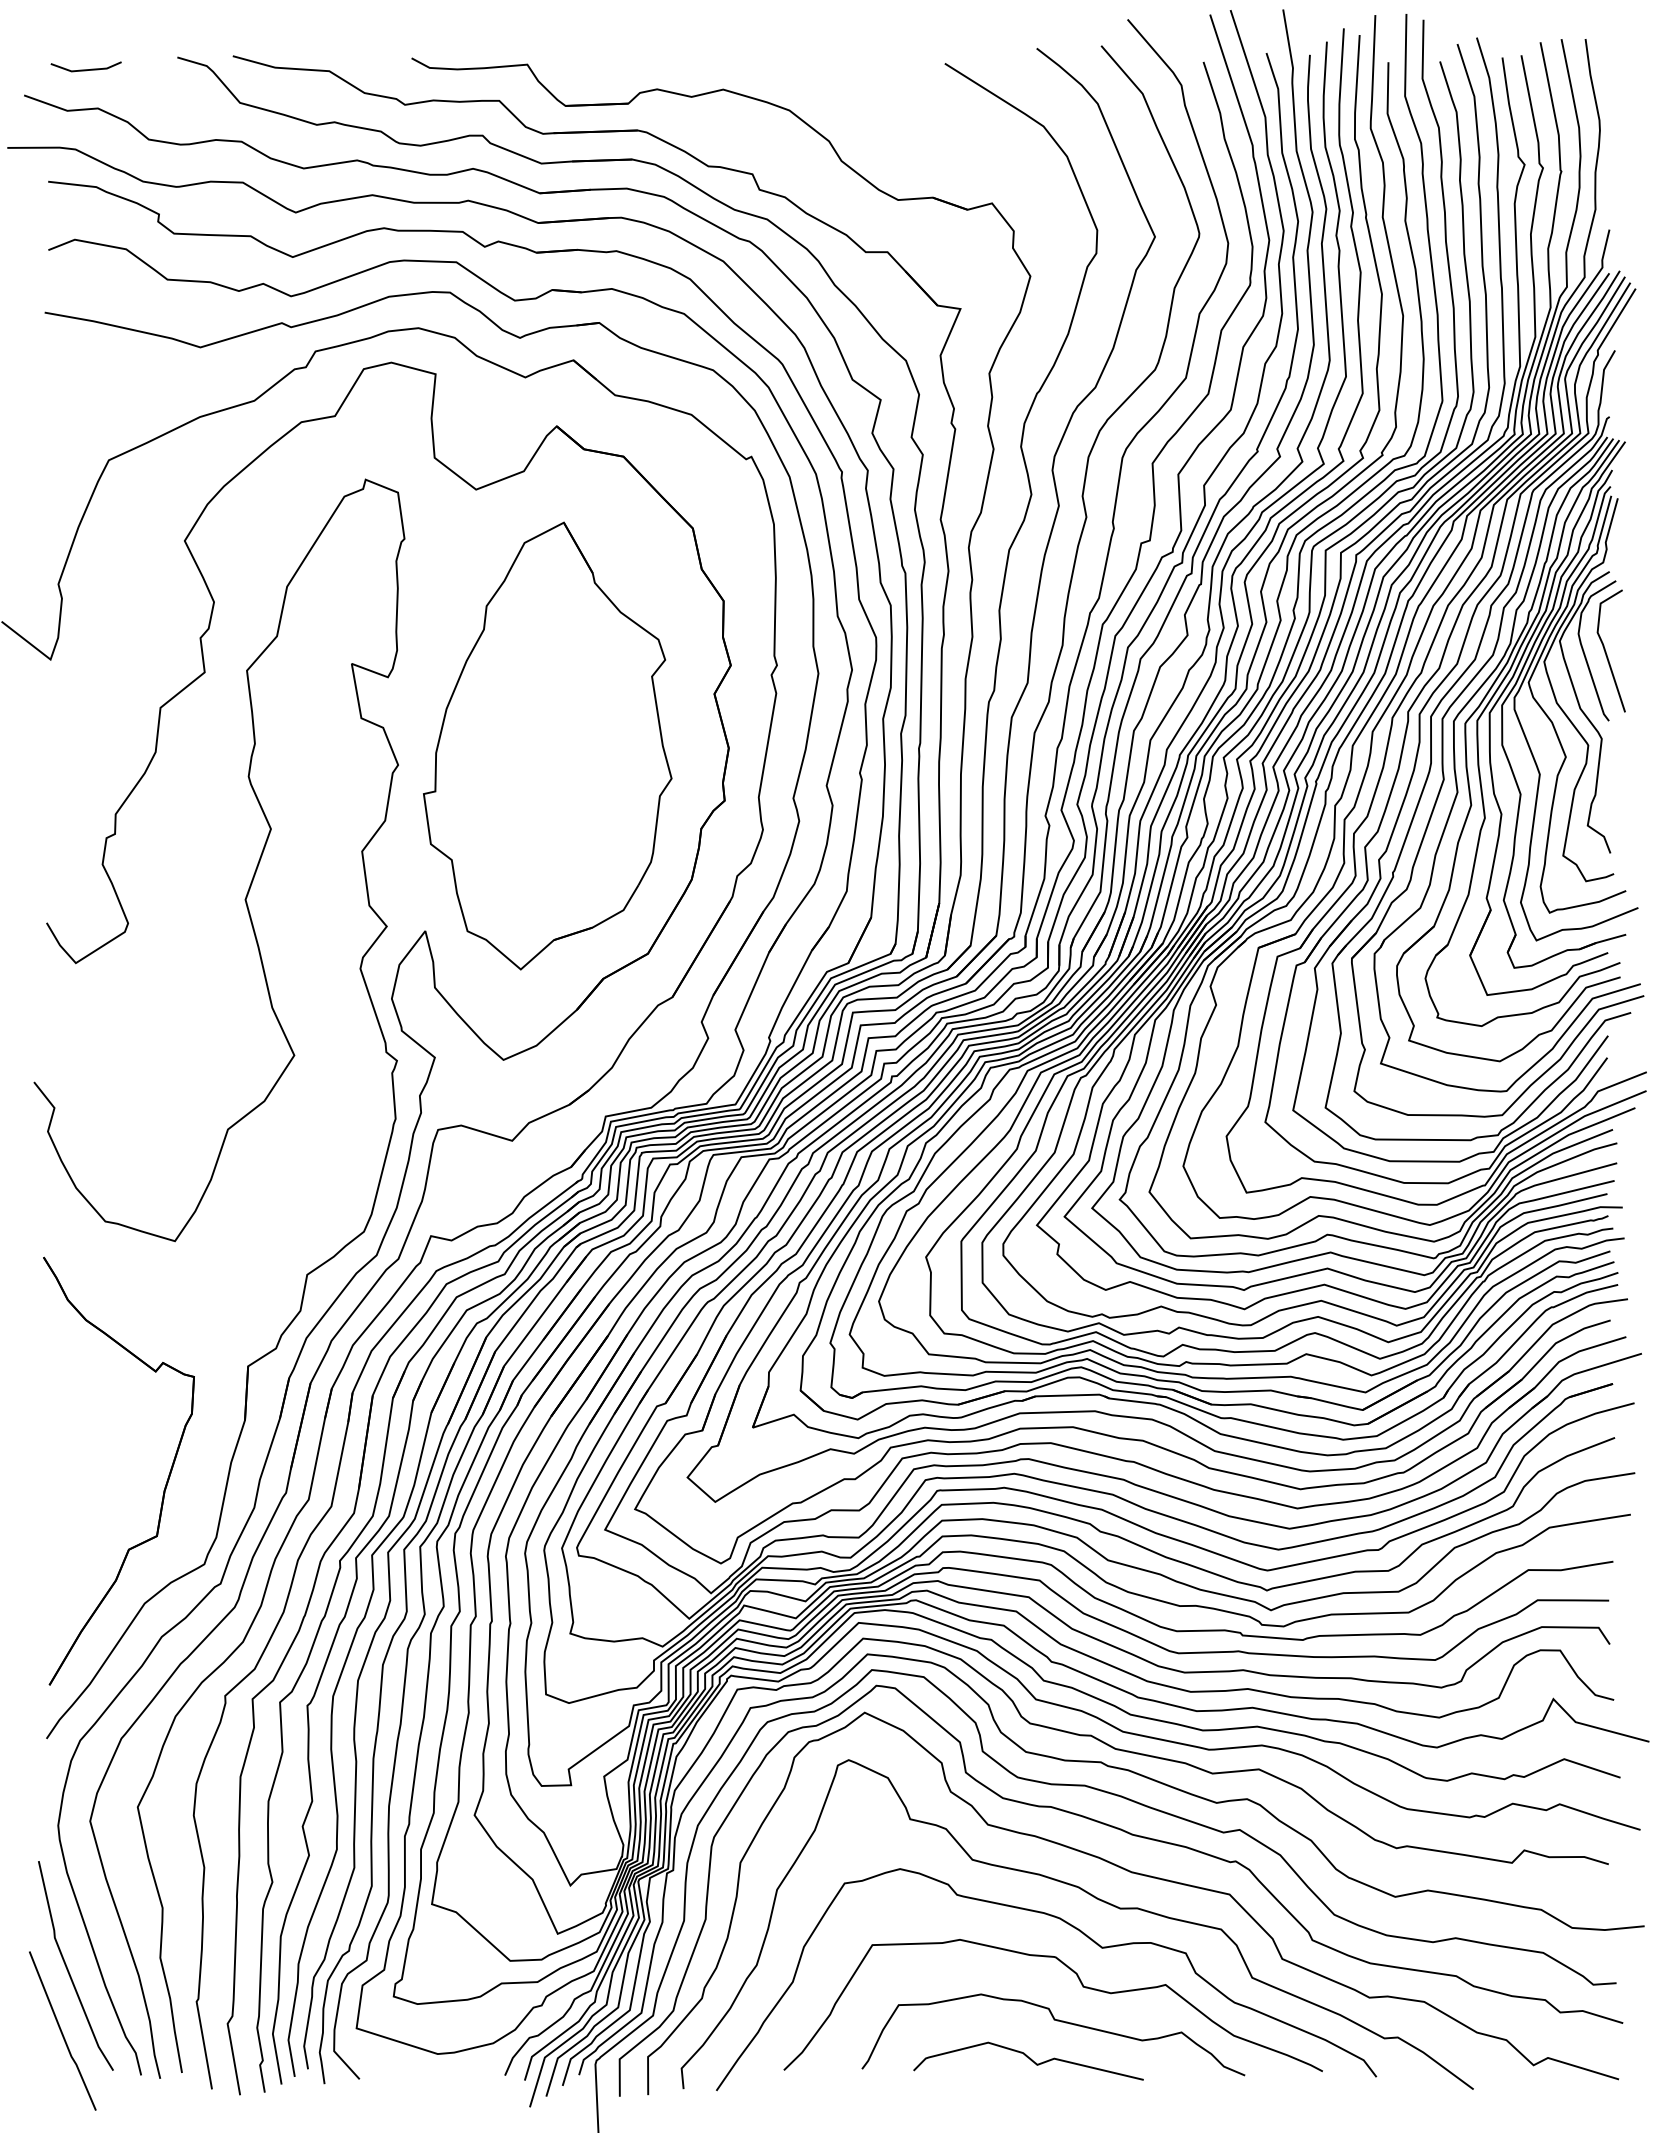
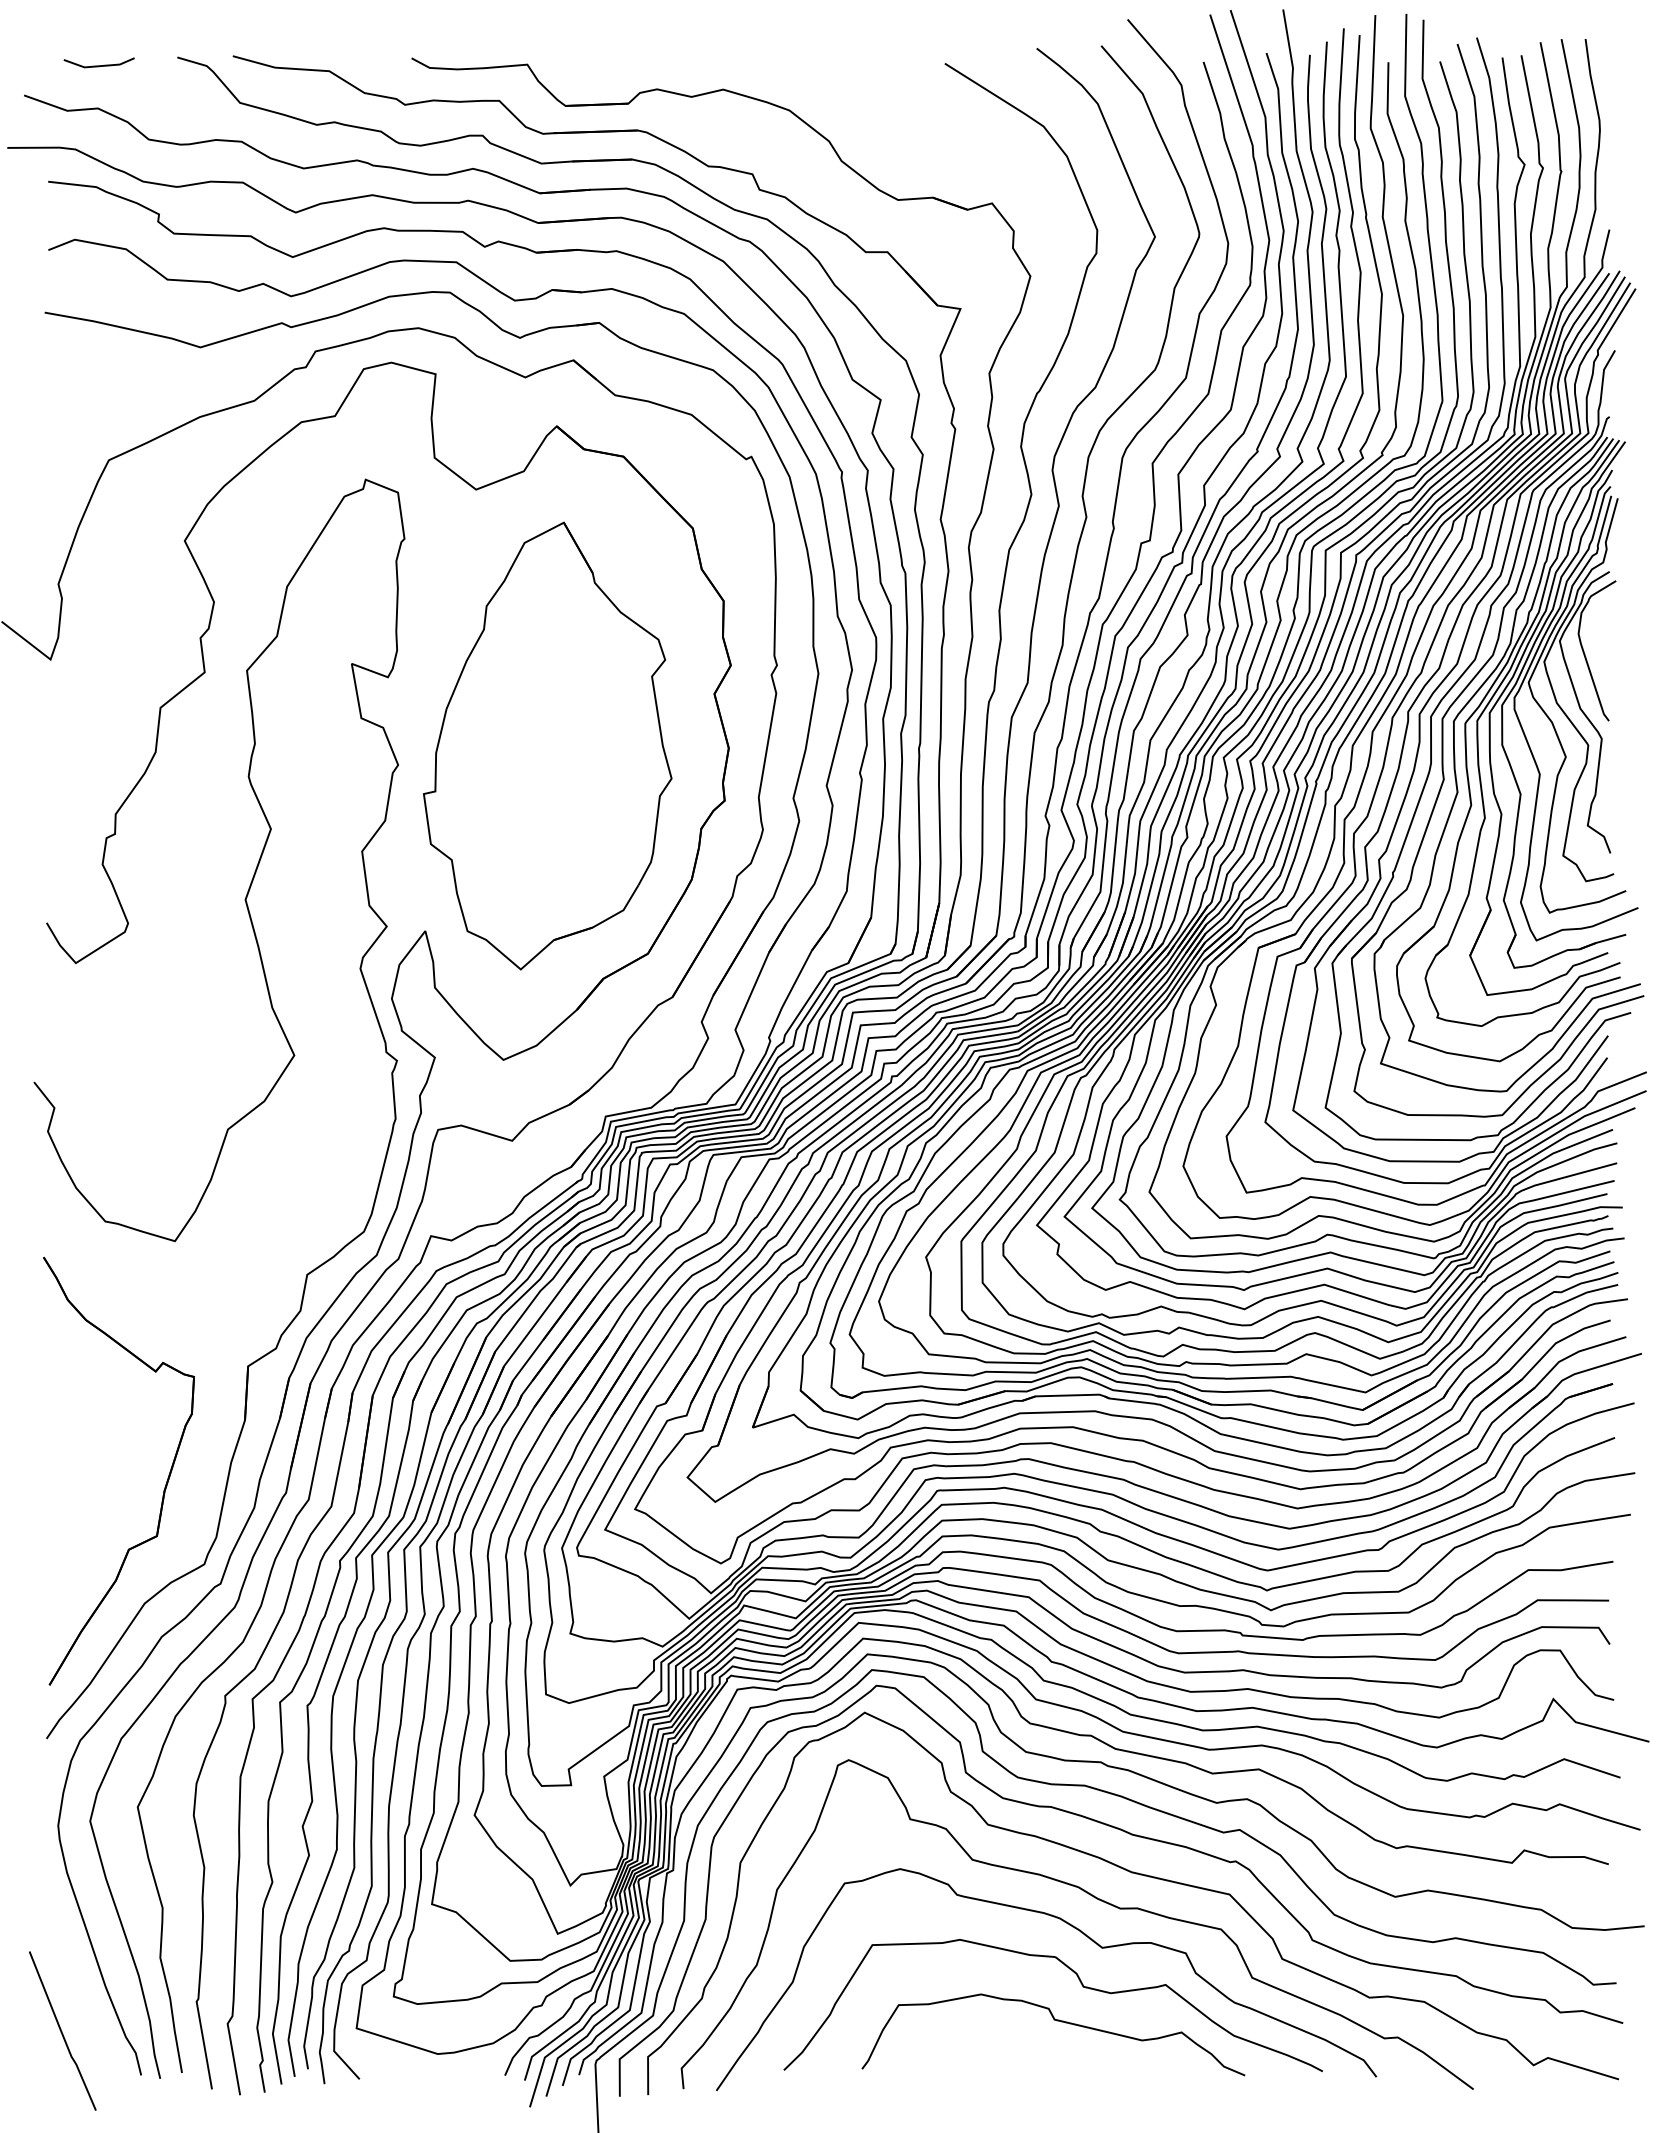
line at (85, 69) position: (85, 69) -> (98, 65)
line at (1606, 651): present -> none
curve at (68, 1968): present -> none
curve at (1029, 2059): present -> none
